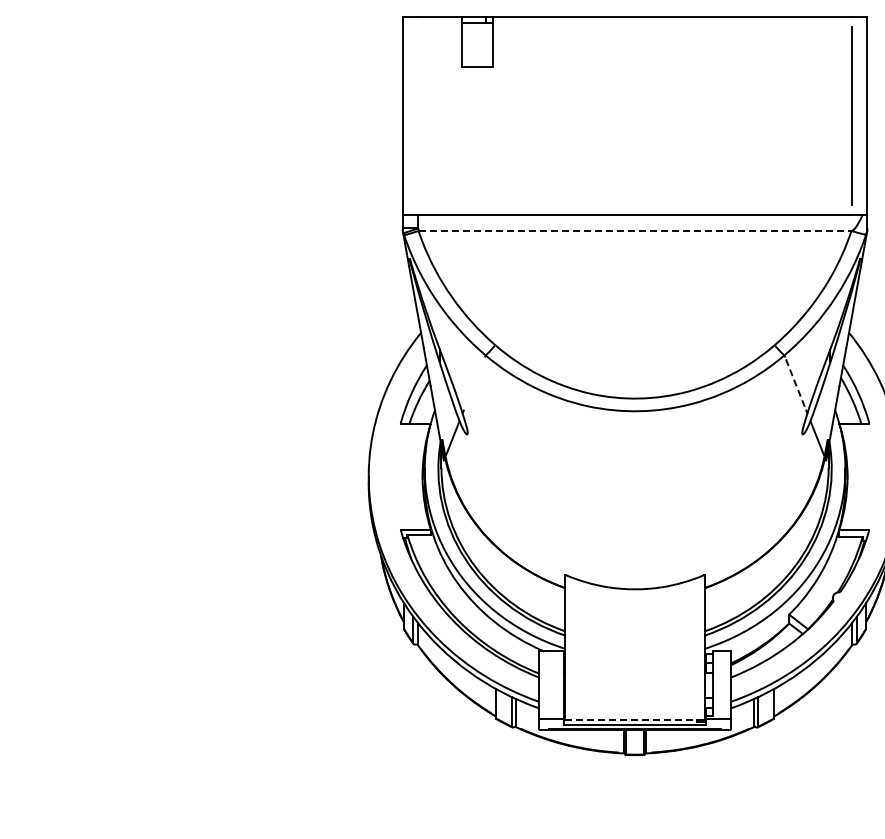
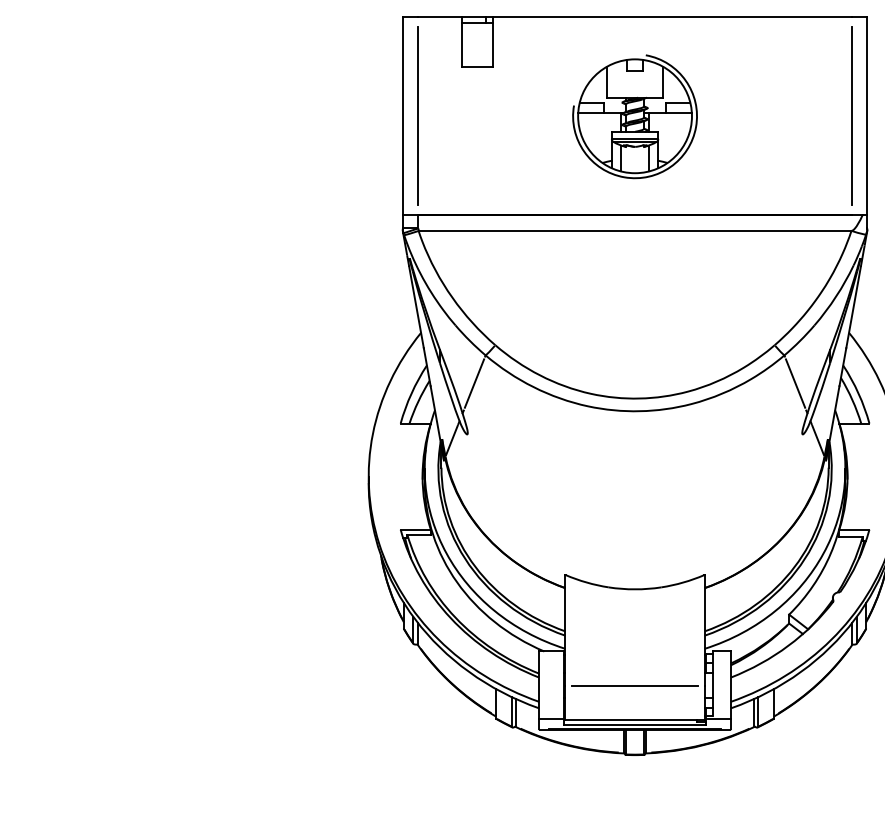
line at (418, 116): none -> present
part at (634, 116): none -> present
line at (635, 230): dashed -> solid
line at (474, 383): none -> present
line at (795, 384): dashed -> solid
line at (634, 685): none -> present
line at (635, 719): dashed -> solid
